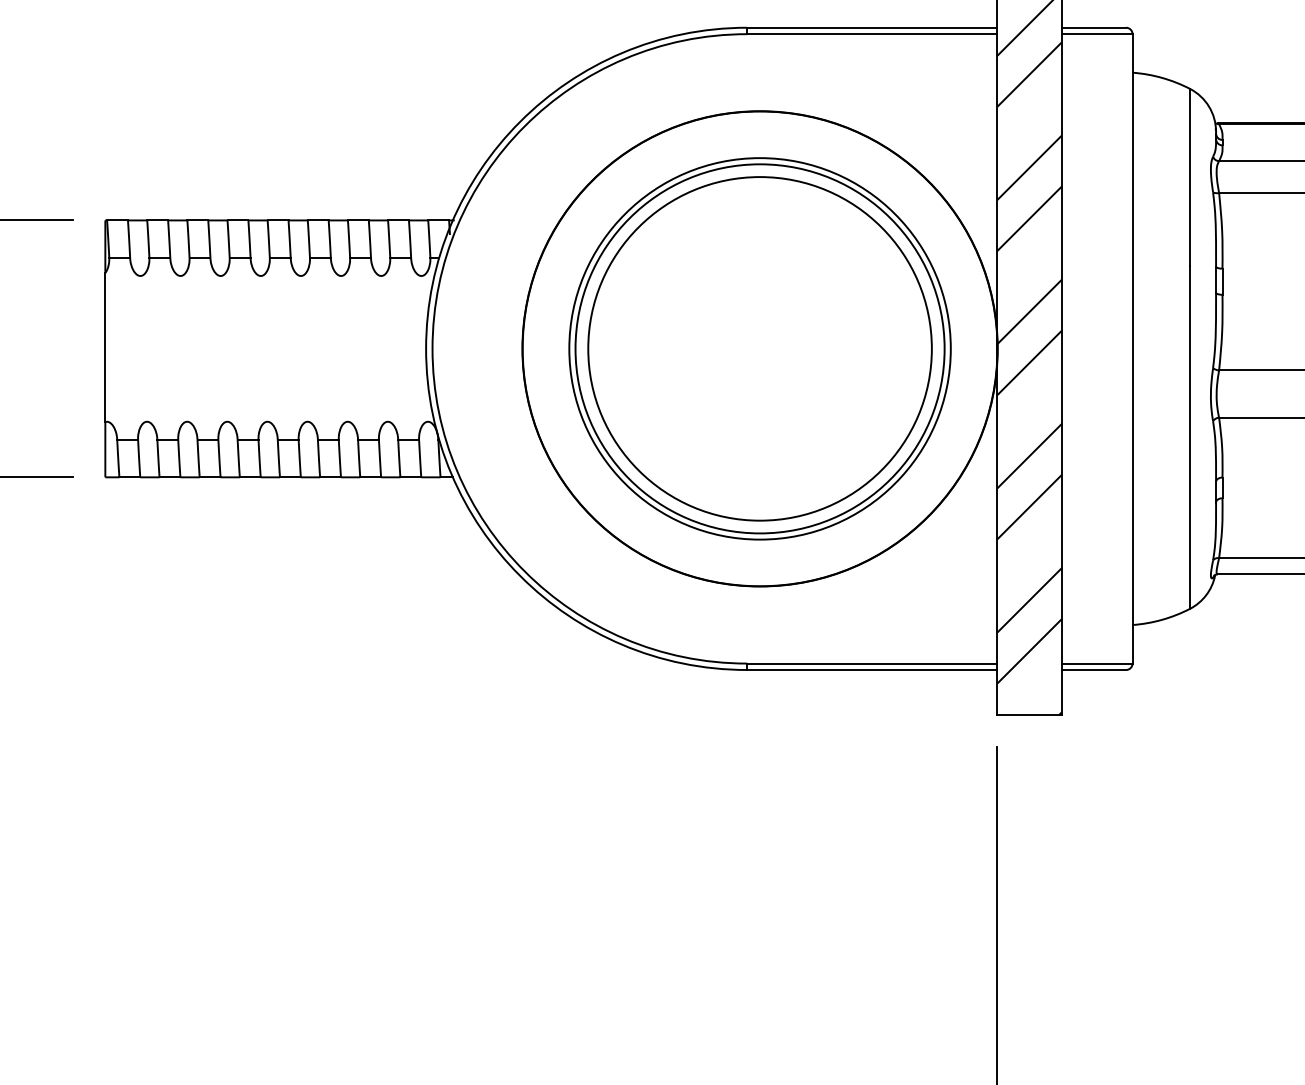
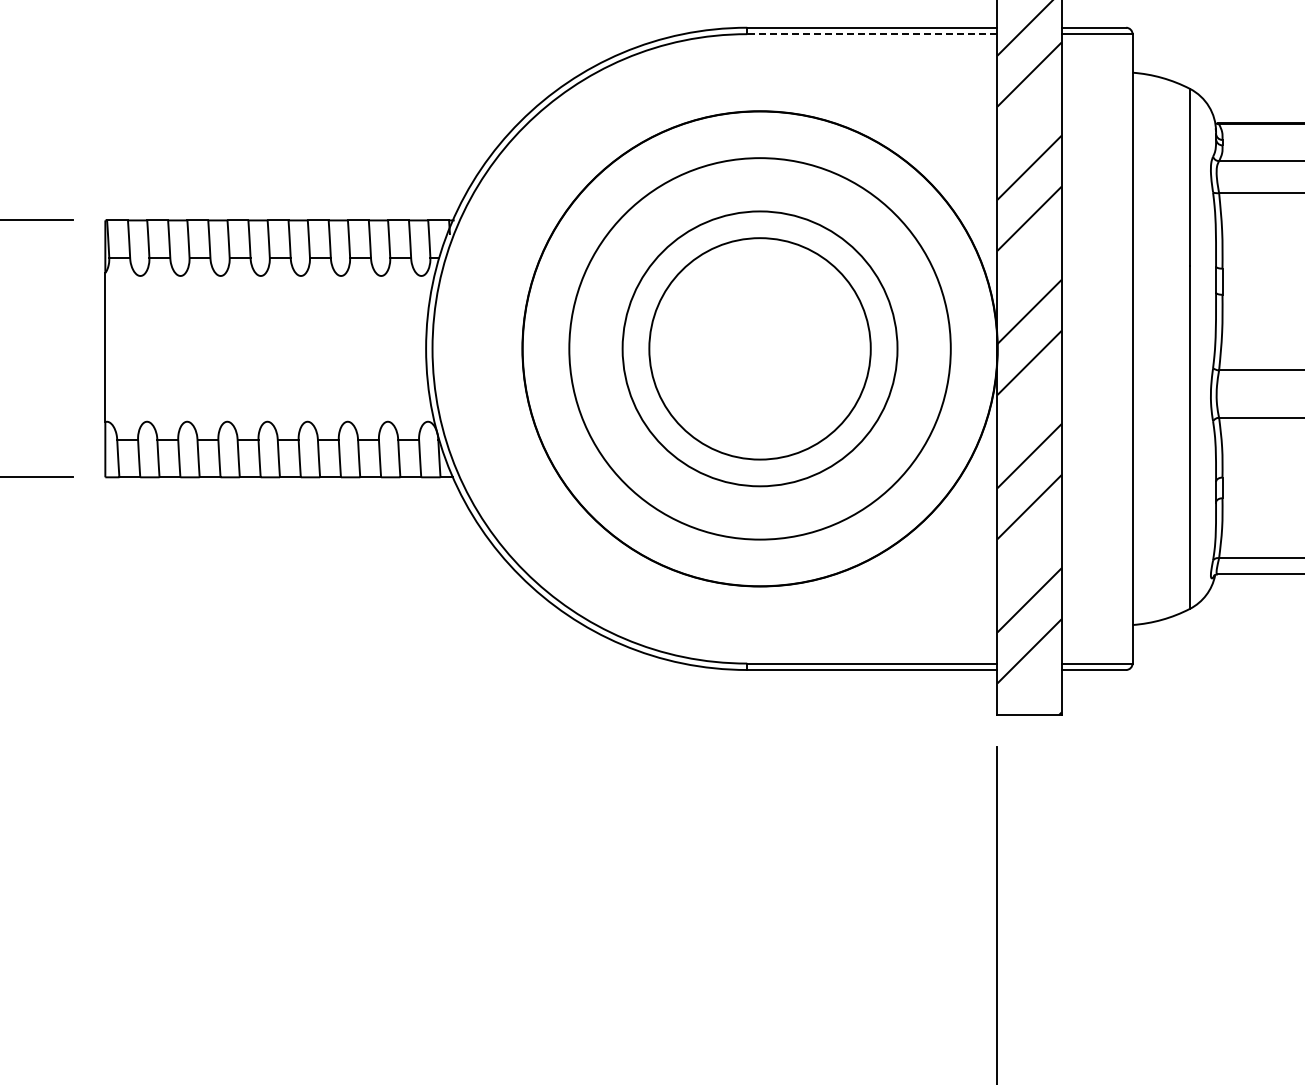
line at (871, 34): solid -> dashed
circle at (759, 348) diameter: 344 px -> 275 px
circle at (759, 348) diameter: 369 px -> 221 px
